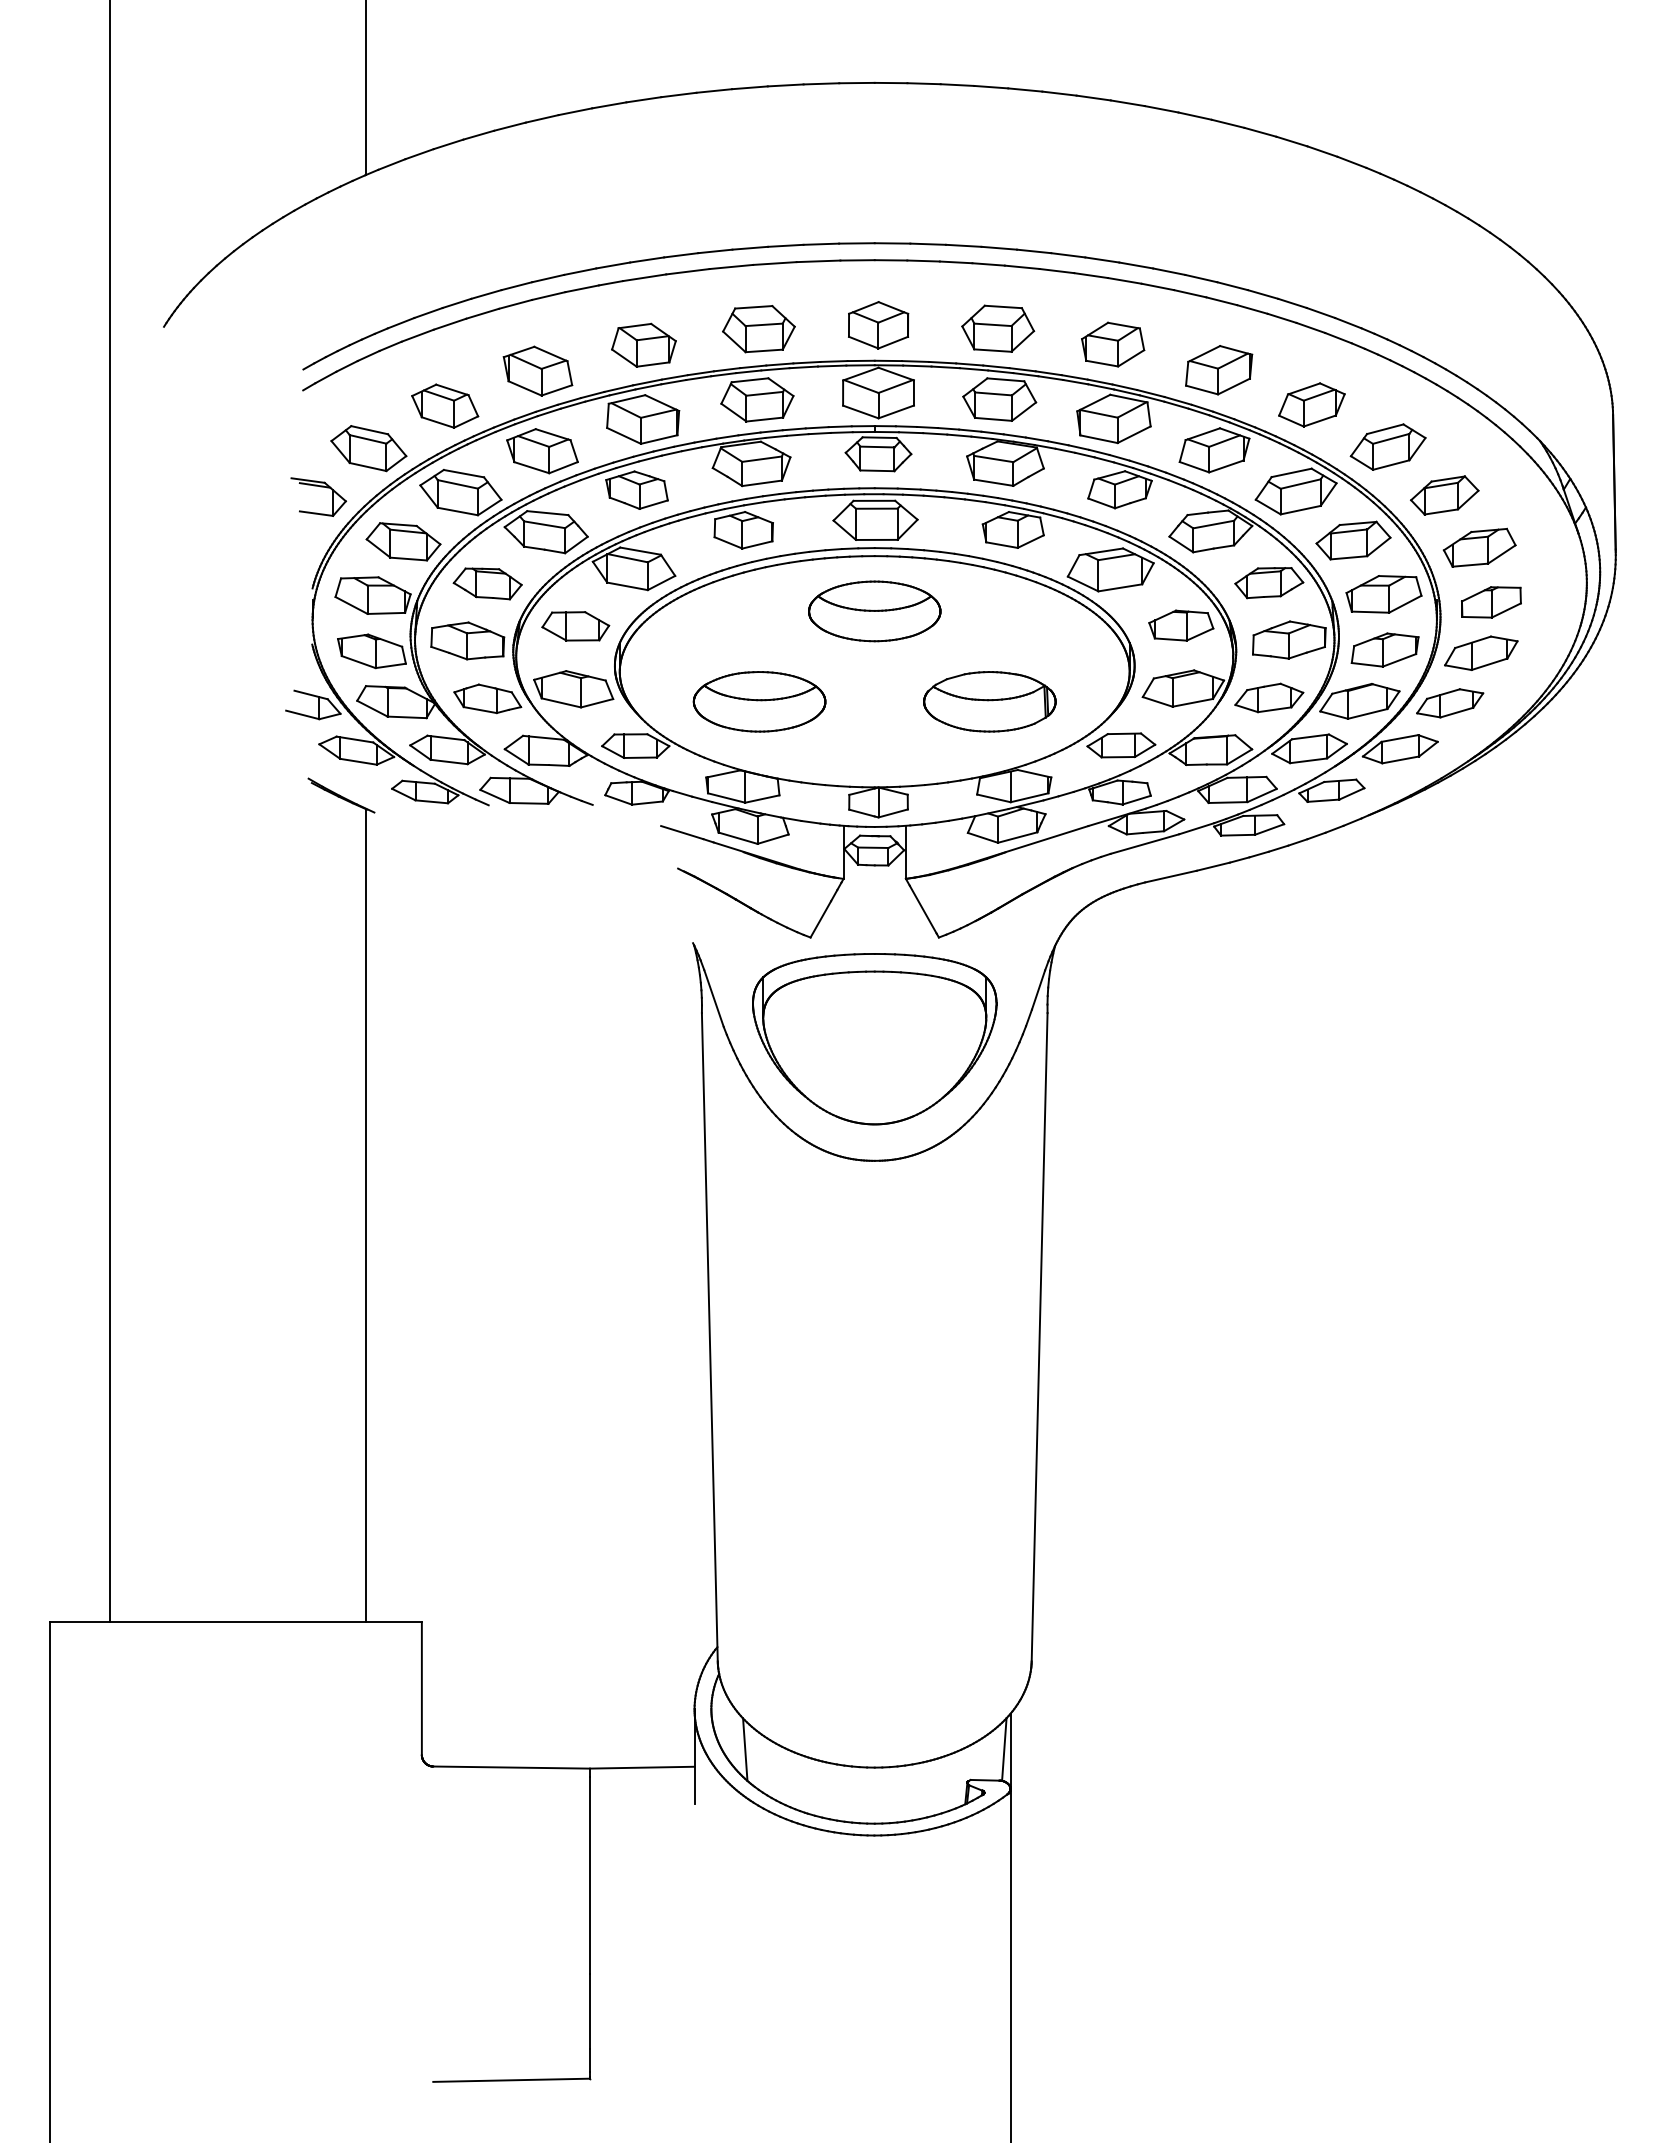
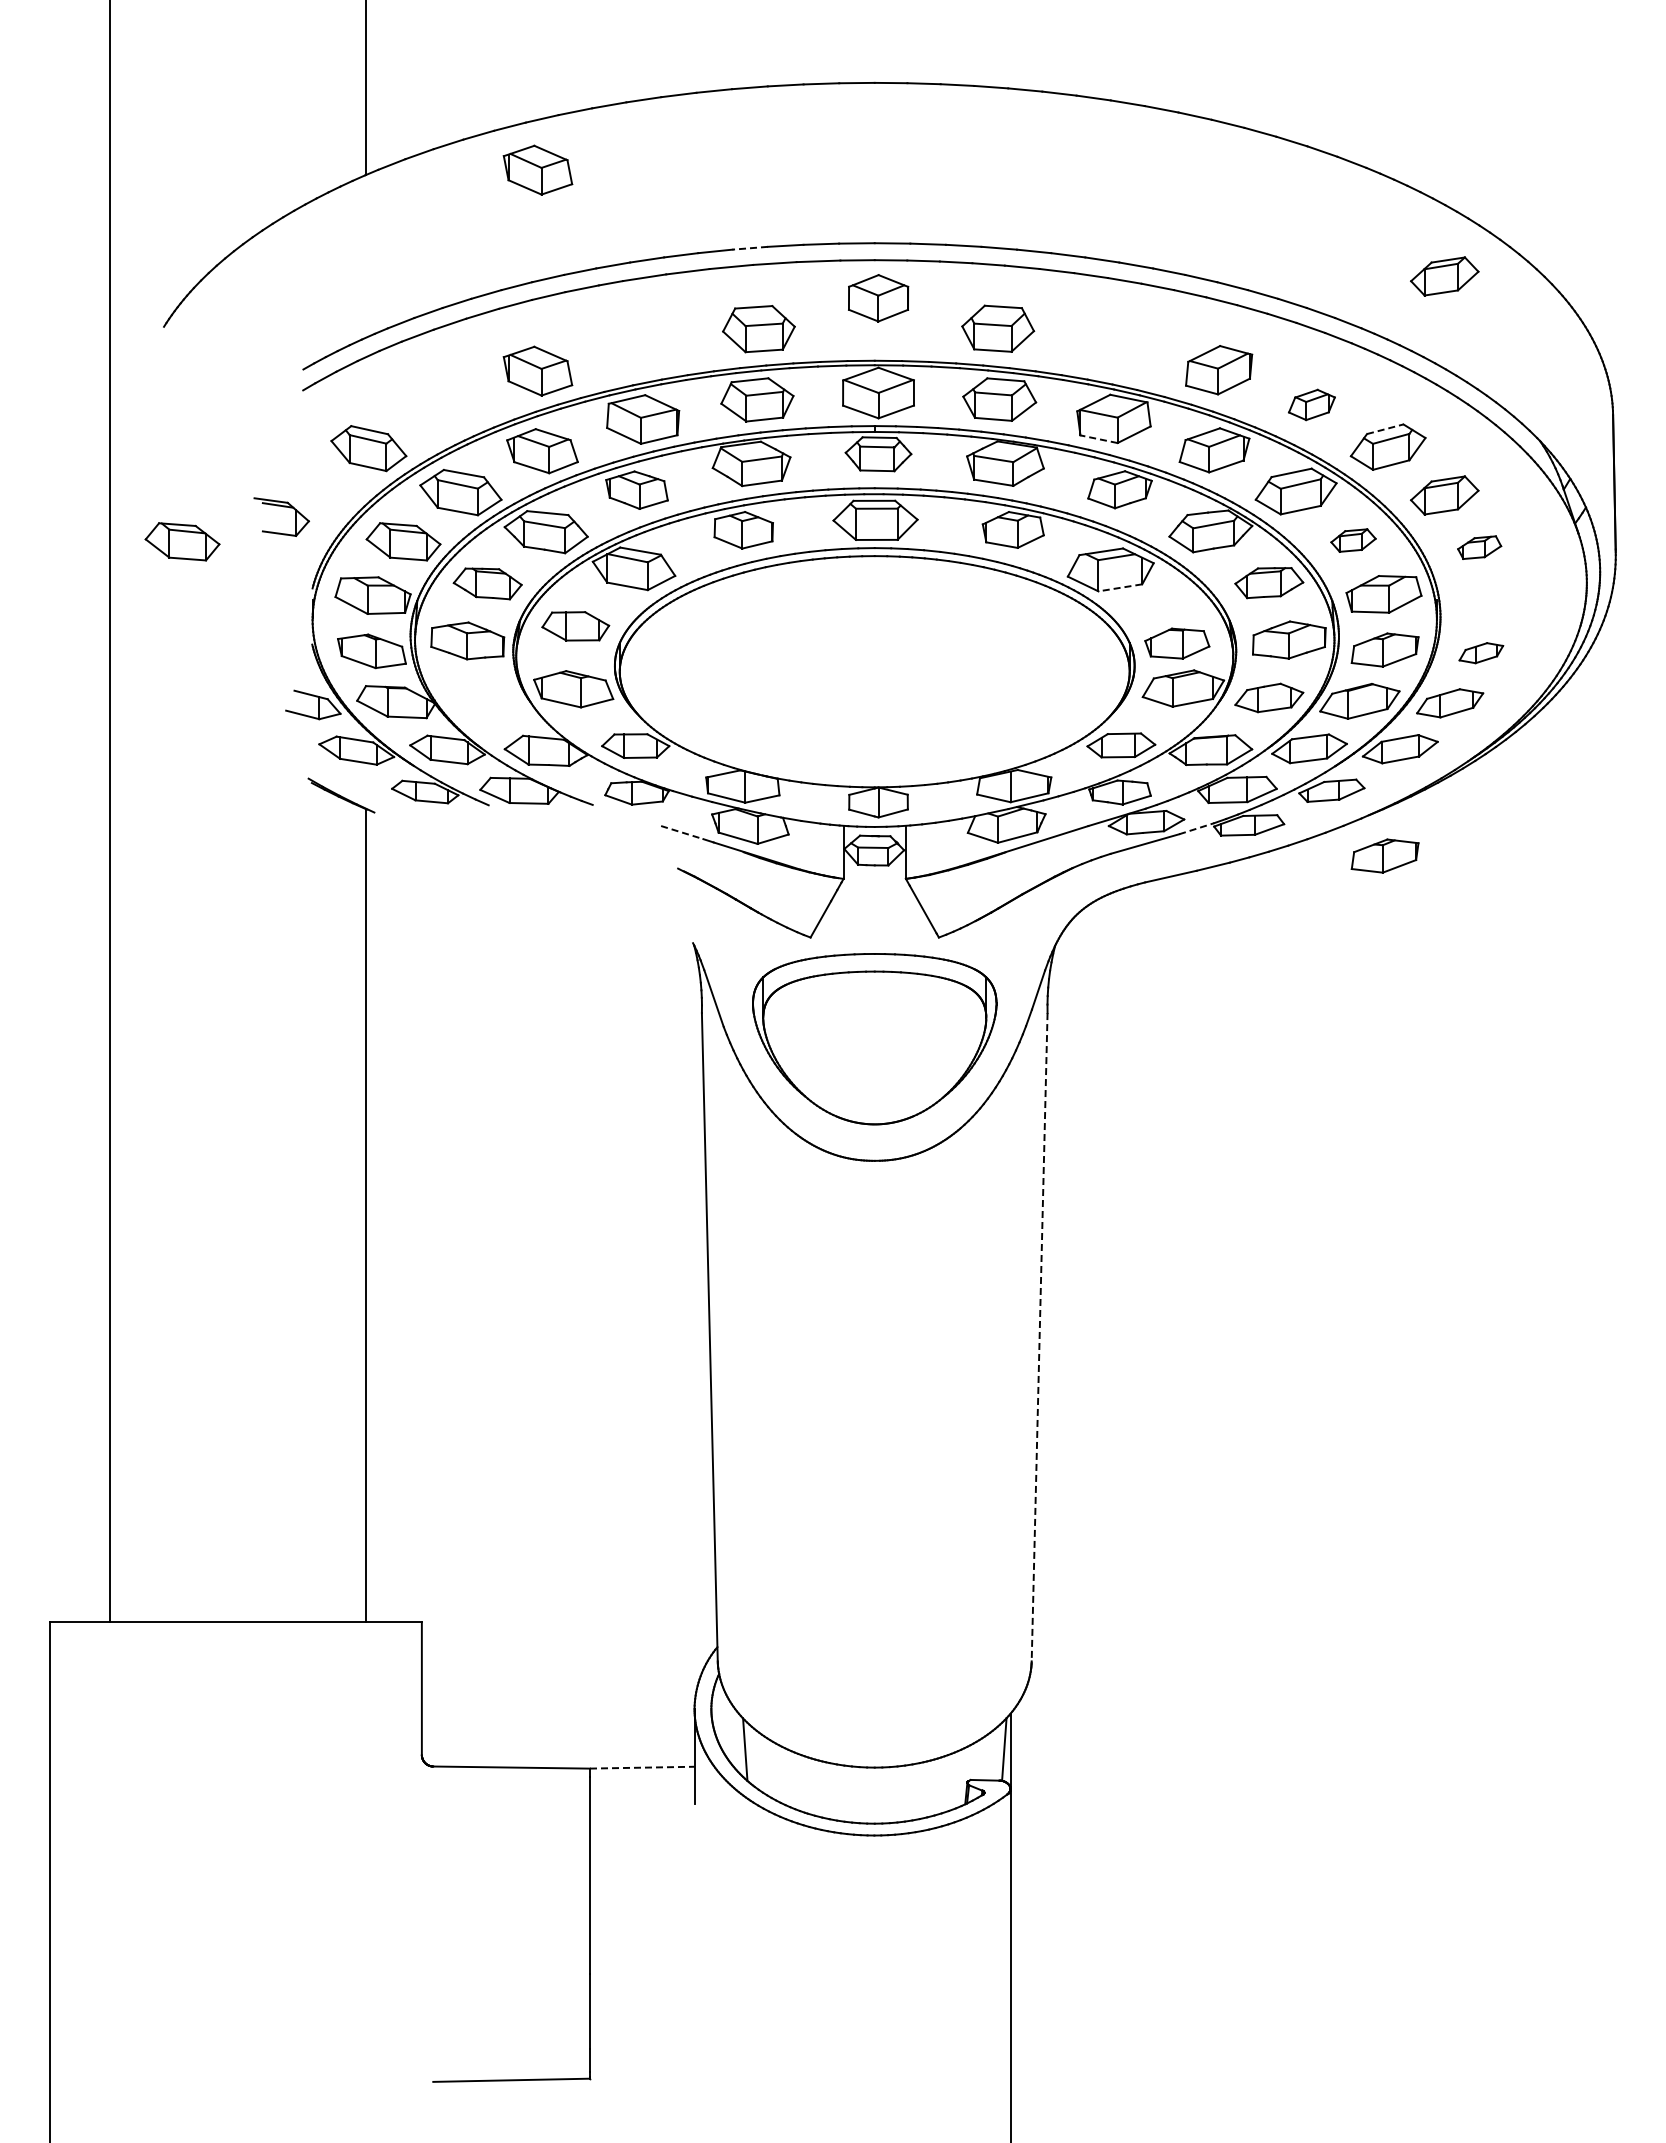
part at (537, 169): none -> present
line at (750, 248): solid -> dashed
part at (1444, 276): none -> present
part at (878, 325) position: (878, 325) -> (878, 298)
part at (643, 344): present -> none
part at (1113, 344): present -> none
part at (1311, 404) size: 68x46 px -> 48x34 px
part at (445, 405): present -> none
line at (1385, 429): solid -> dashed
line at (1099, 439): solid -> dashed
part at (320, 487) position: (320, 487) -> (283, 507)
part at (1353, 540) size: 77x41 px -> 47x25 px
part at (182, 541): none -> present
part at (1479, 547) size: 75x41 px -> 46x25 px
line at (1119, 587): solid -> dashed
part at (1491, 602): present -> none
part at (874, 611): present -> none
part at (1181, 625) position: (1181, 625) -> (1177, 643)
part at (1481, 652) size: 75x36 px -> 47x23 px
part at (487, 698): present -> none
part at (759, 701): present -> none
part at (989, 701): present -> none
line at (1197, 828): solid -> dashed
line at (682, 832): solid -> dashed
part at (1384, 855): none -> present
line at (1039, 1337): solid -> dashed
line at (642, 1767): solid -> dashed
